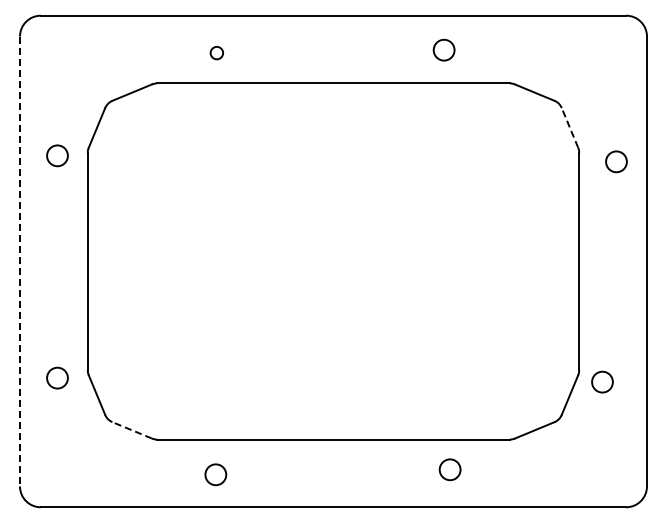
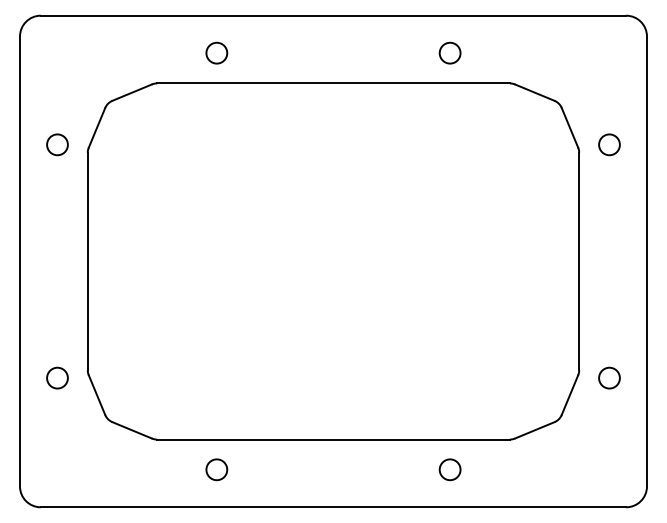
circle at (443, 49) position: (443, 49) -> (449, 52)
circle at (216, 53) size: 15x15 px -> 24x24 px
line at (569, 127): dashed -> solid
circle at (57, 155) position: (57, 155) -> (57, 144)
circle at (616, 161) position: (616, 161) -> (609, 144)
line at (20, 261): dashed -> solid
circle at (602, 381) position: (602, 381) -> (609, 377)
line at (131, 430): dashed -> solid
circle at (215, 474) position: (215, 474) -> (216, 469)
